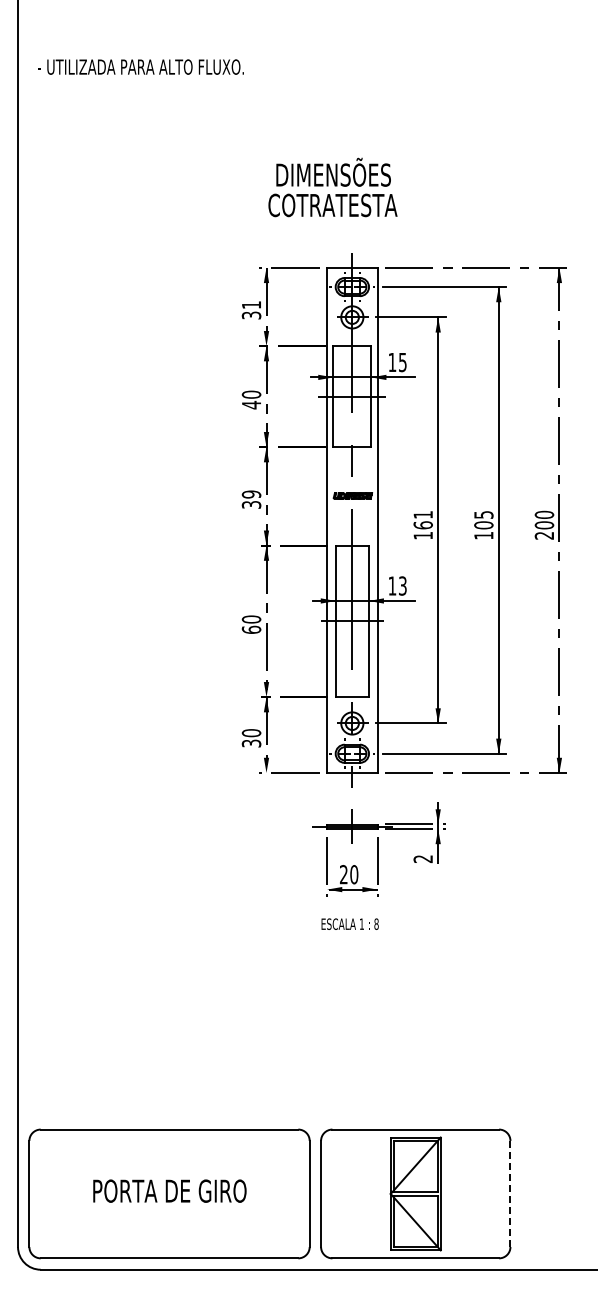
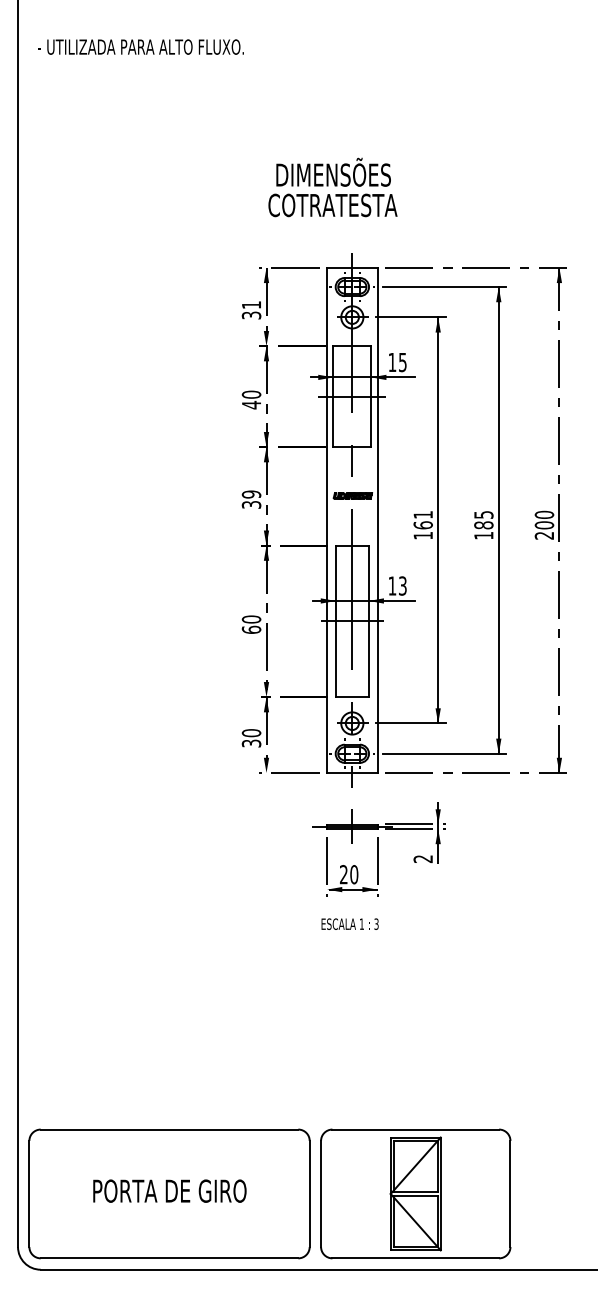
text at (140, 66) position: (140, 66) -> (140, 46)
text at (483, 525): 105 -> 185
text at (376, 923): 8 -> 3
line at (510, 1193): dashed -> solid
